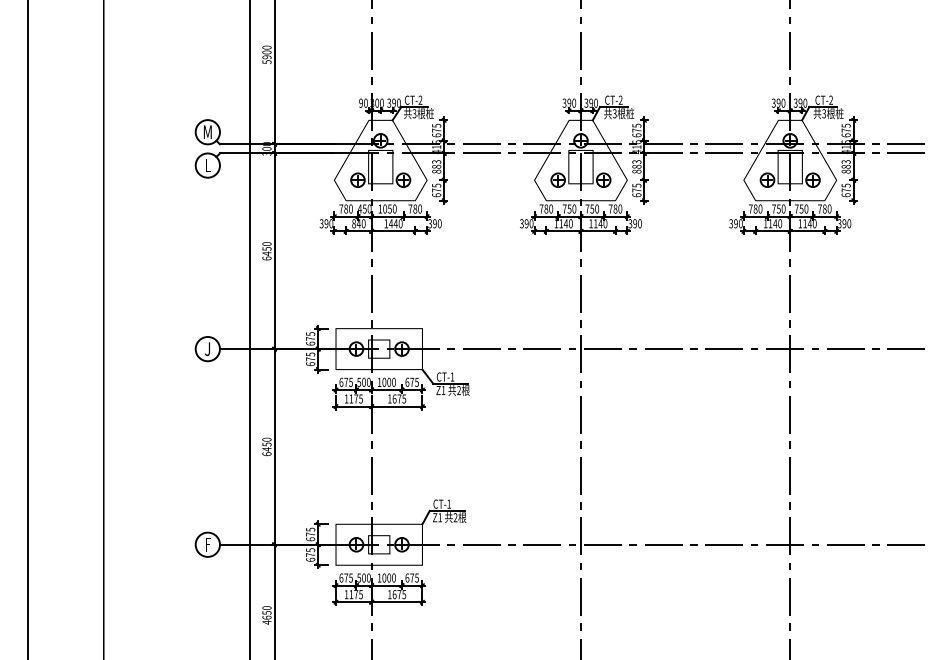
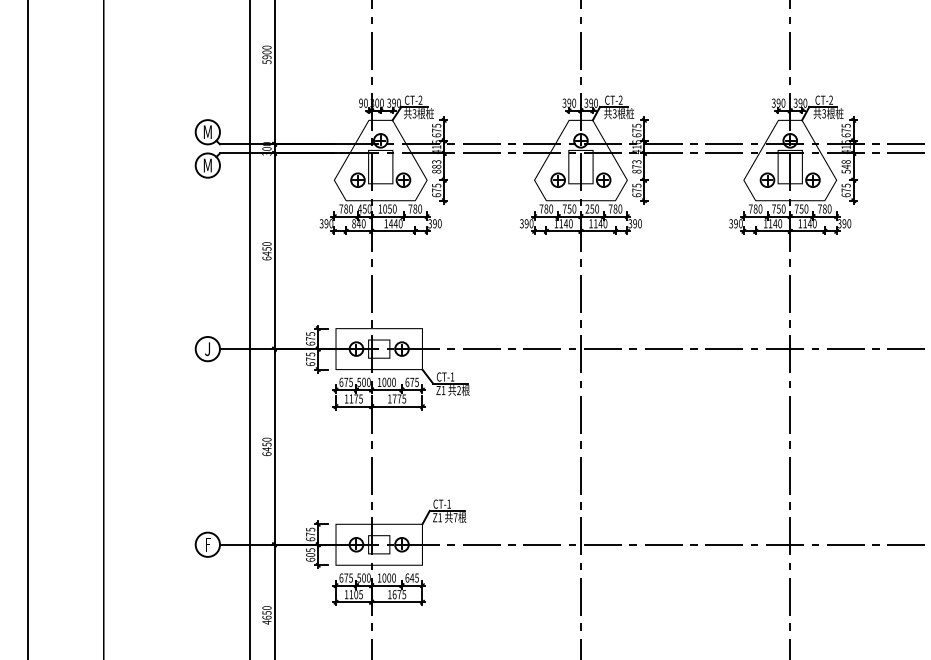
text at (207, 165): L -> M
text at (636, 166): 883 -> 873
text at (845, 166): 883 -> 548
text at (587, 208): 750 -> 250
text at (394, 398): 1675 -> 1775
text at (455, 517): 2 -> 7
text at (310, 554): 675 -> 605
text at (412, 577): 675 -> 645
text at (356, 594): 1175 -> 1105
